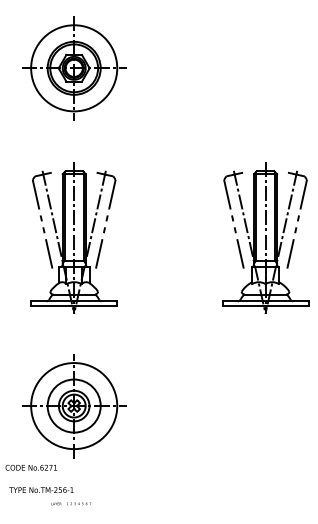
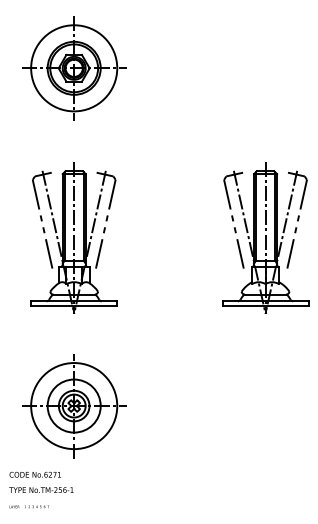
text at (30, 467) position: (30, 467) -> (34, 474)
text at (70, 503) position: (70, 503) -> (28, 506)
